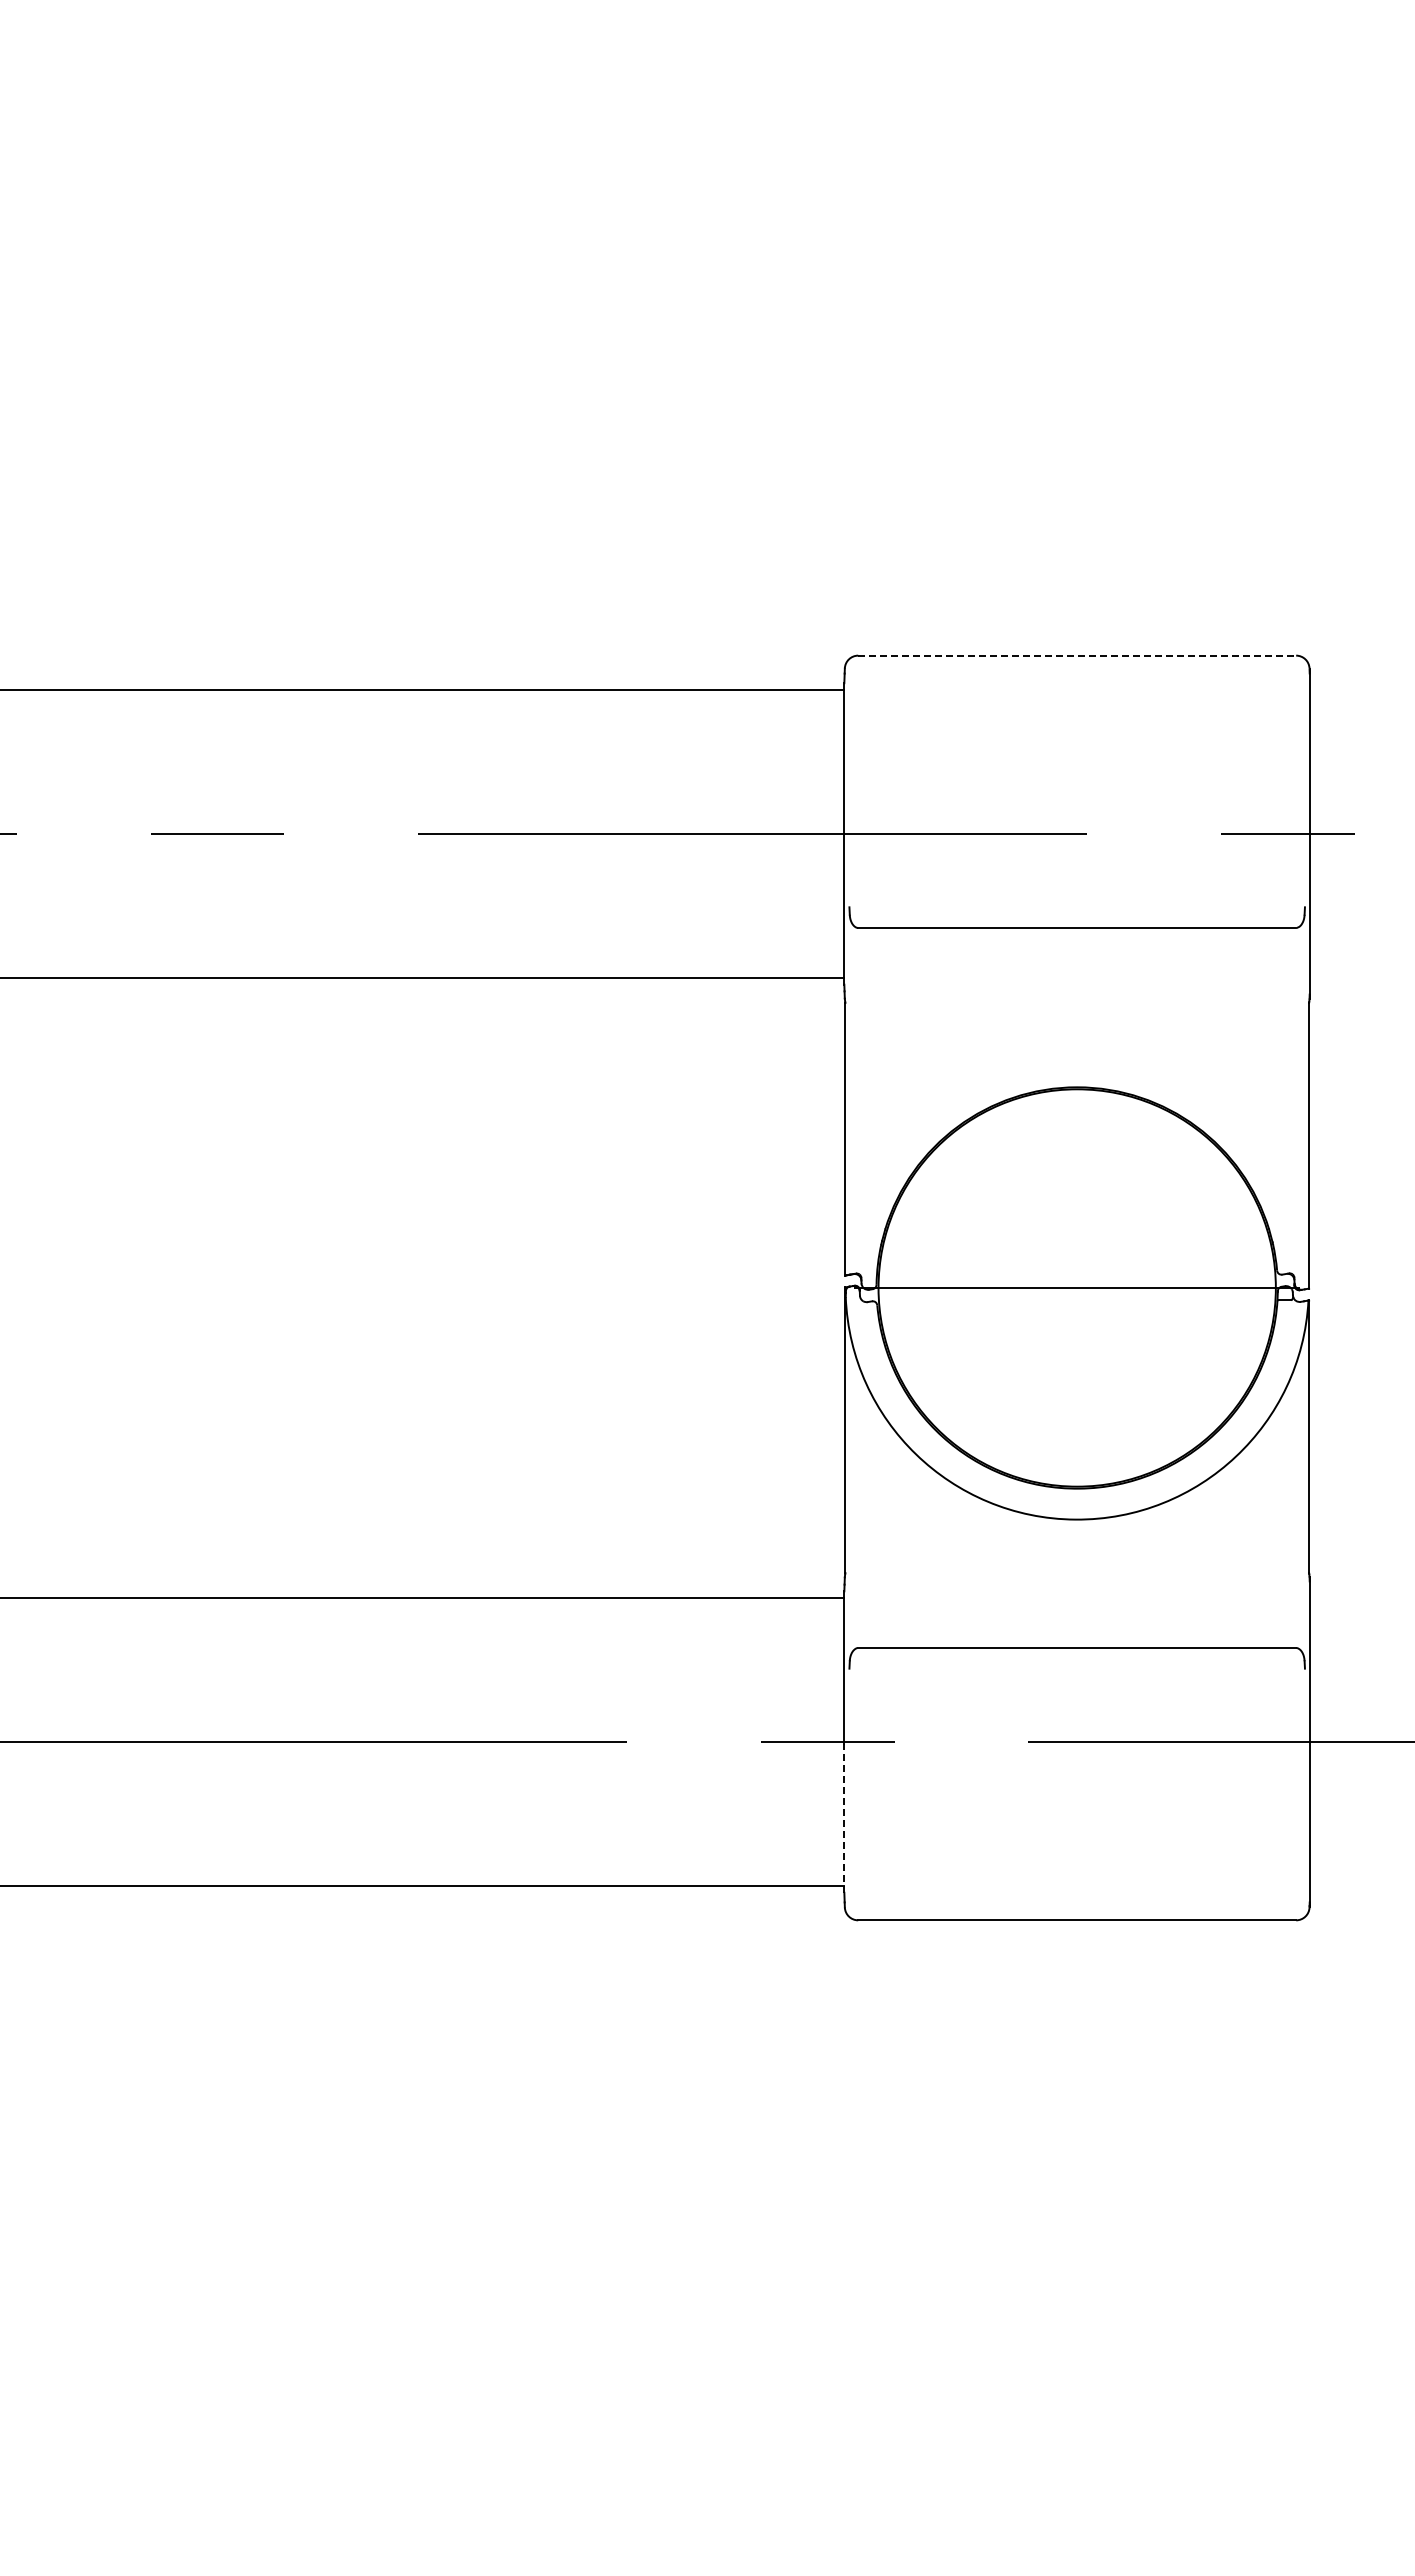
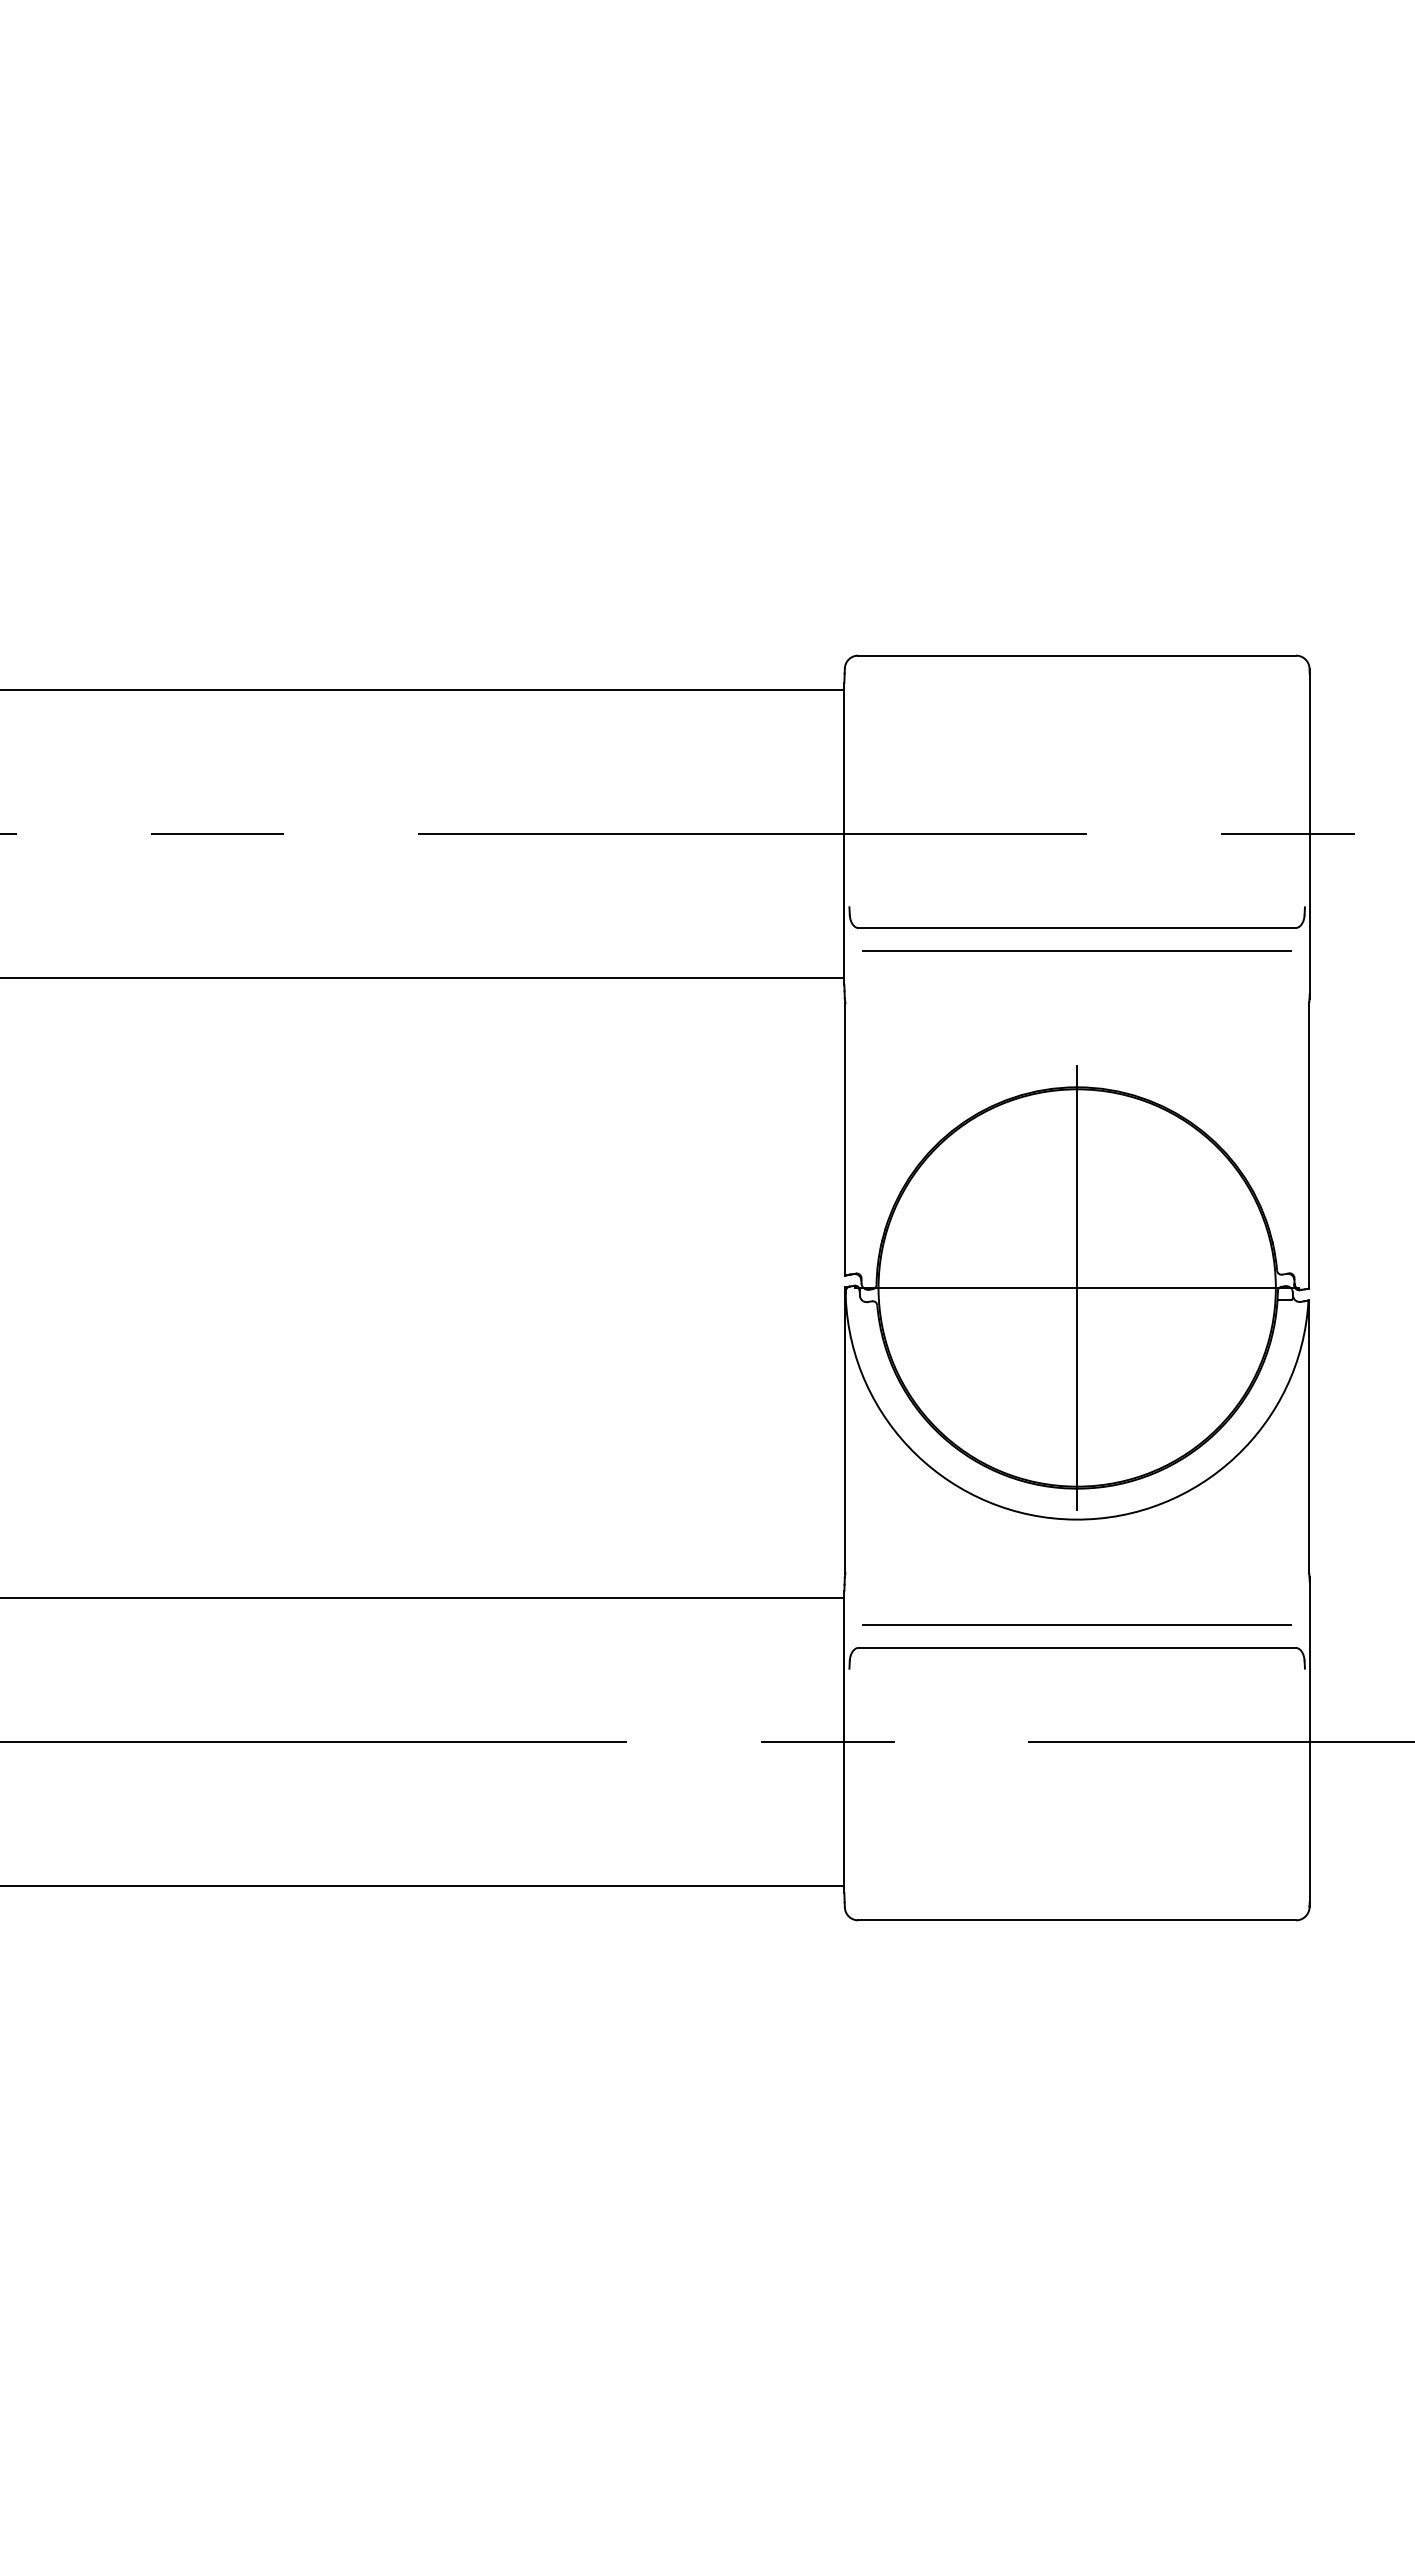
line at (1077, 655): dashed -> solid
line at (1076, 950): none -> present
line at (1077, 1287): none -> present
line at (1077, 1624): none -> present
line at (844, 1817): dashed -> solid
